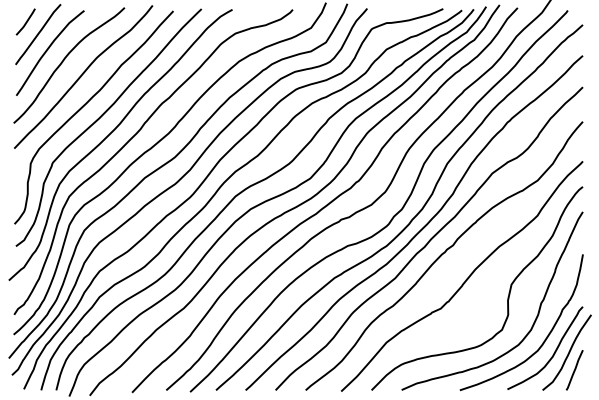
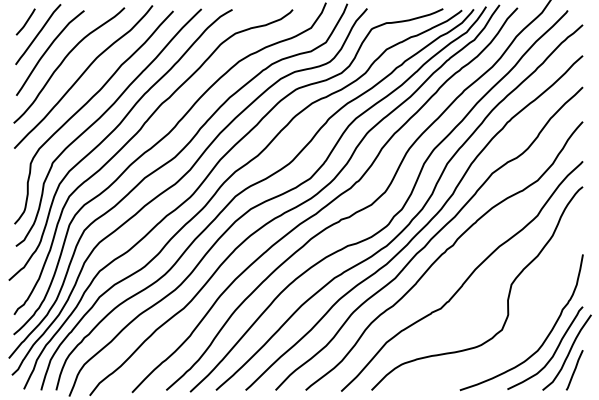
curve at (536, 315): present -> none
